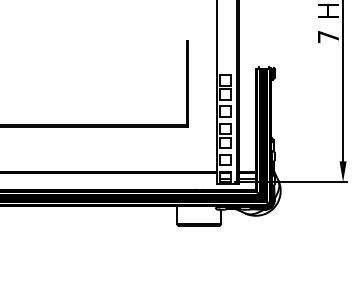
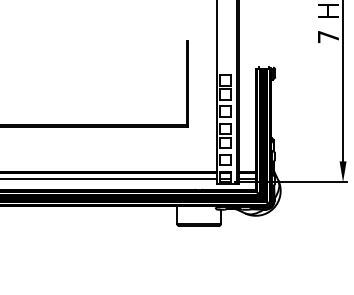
line at (109, 179): none -> present
